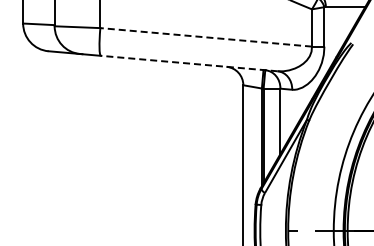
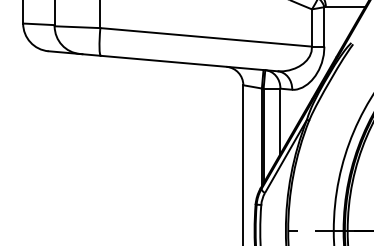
line at (205, 37): dashed -> solid
line at (189, 63): dashed -> solid
